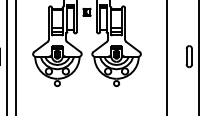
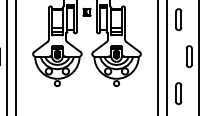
part at (178, 19): none -> present
line at (157, 57): none -> present
part at (178, 93): none -> present
